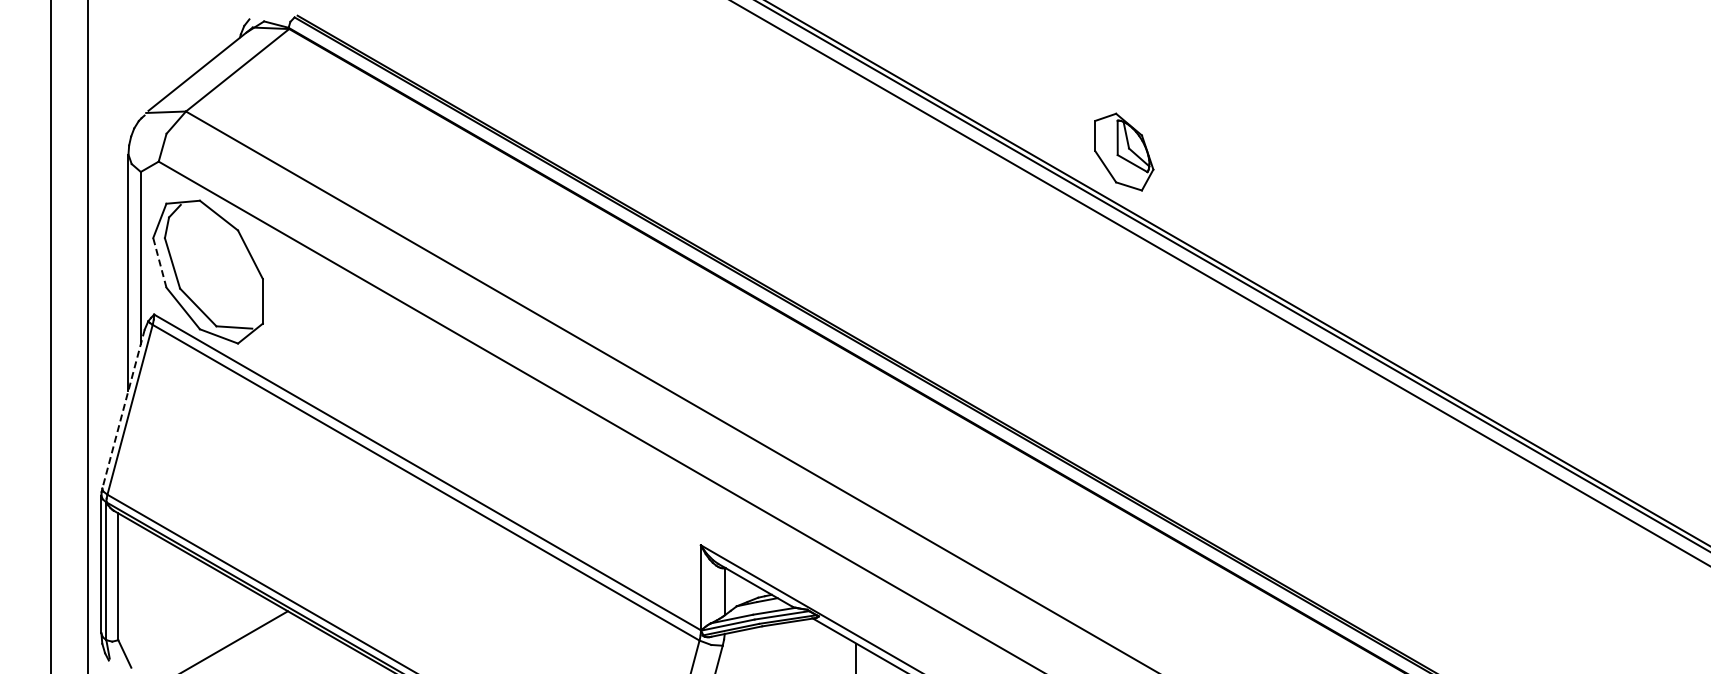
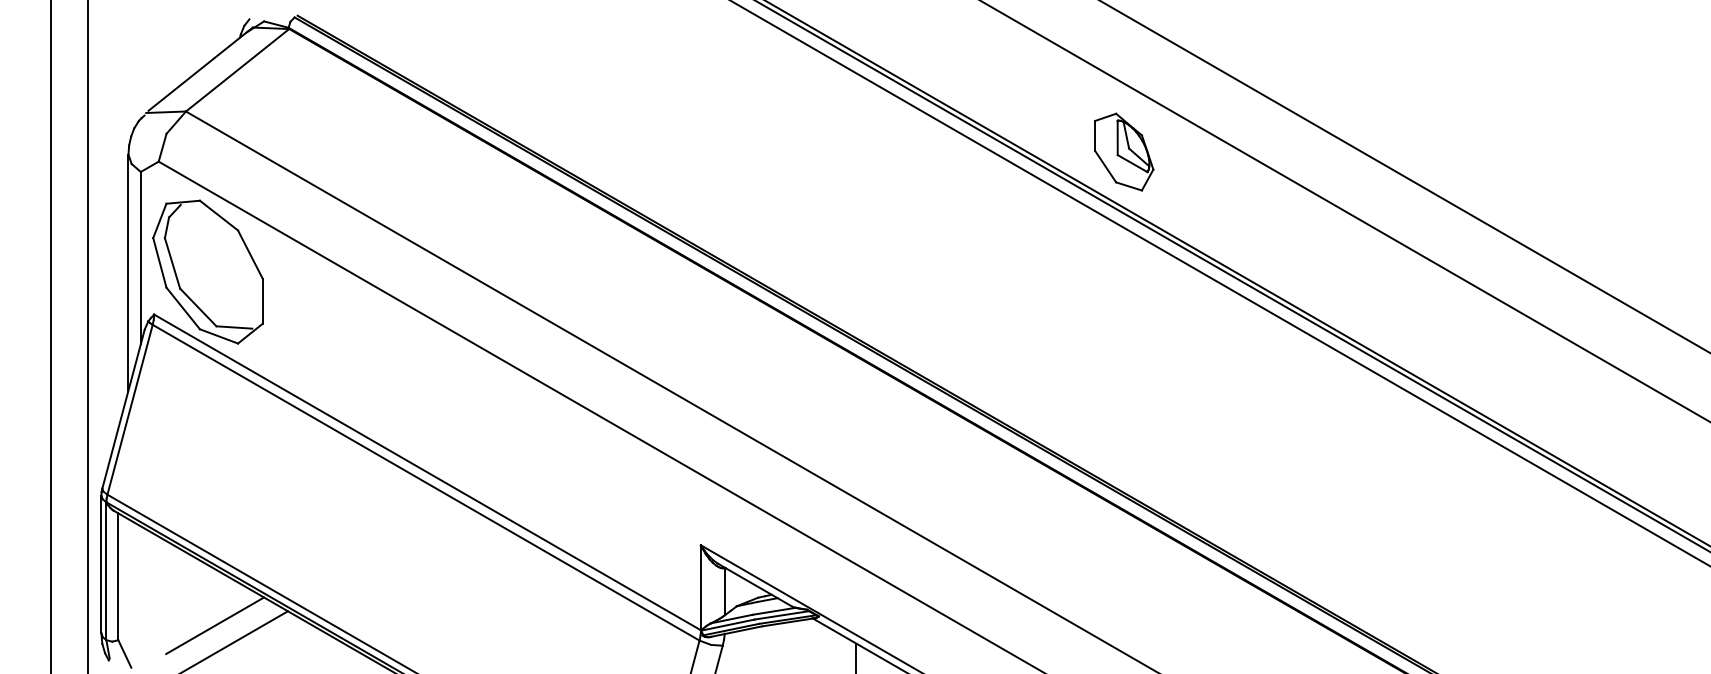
line at (1405, 176): none -> present
line at (1345, 211): none -> present
line at (159, 262): dashed -> solid
line at (123, 409): dashed -> solid
line at (215, 625): none -> present
